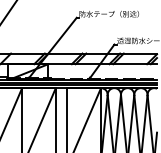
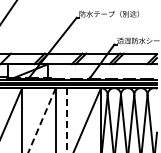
line at (42, 120): solid -> dashed
line at (67, 120): solid -> dashed
